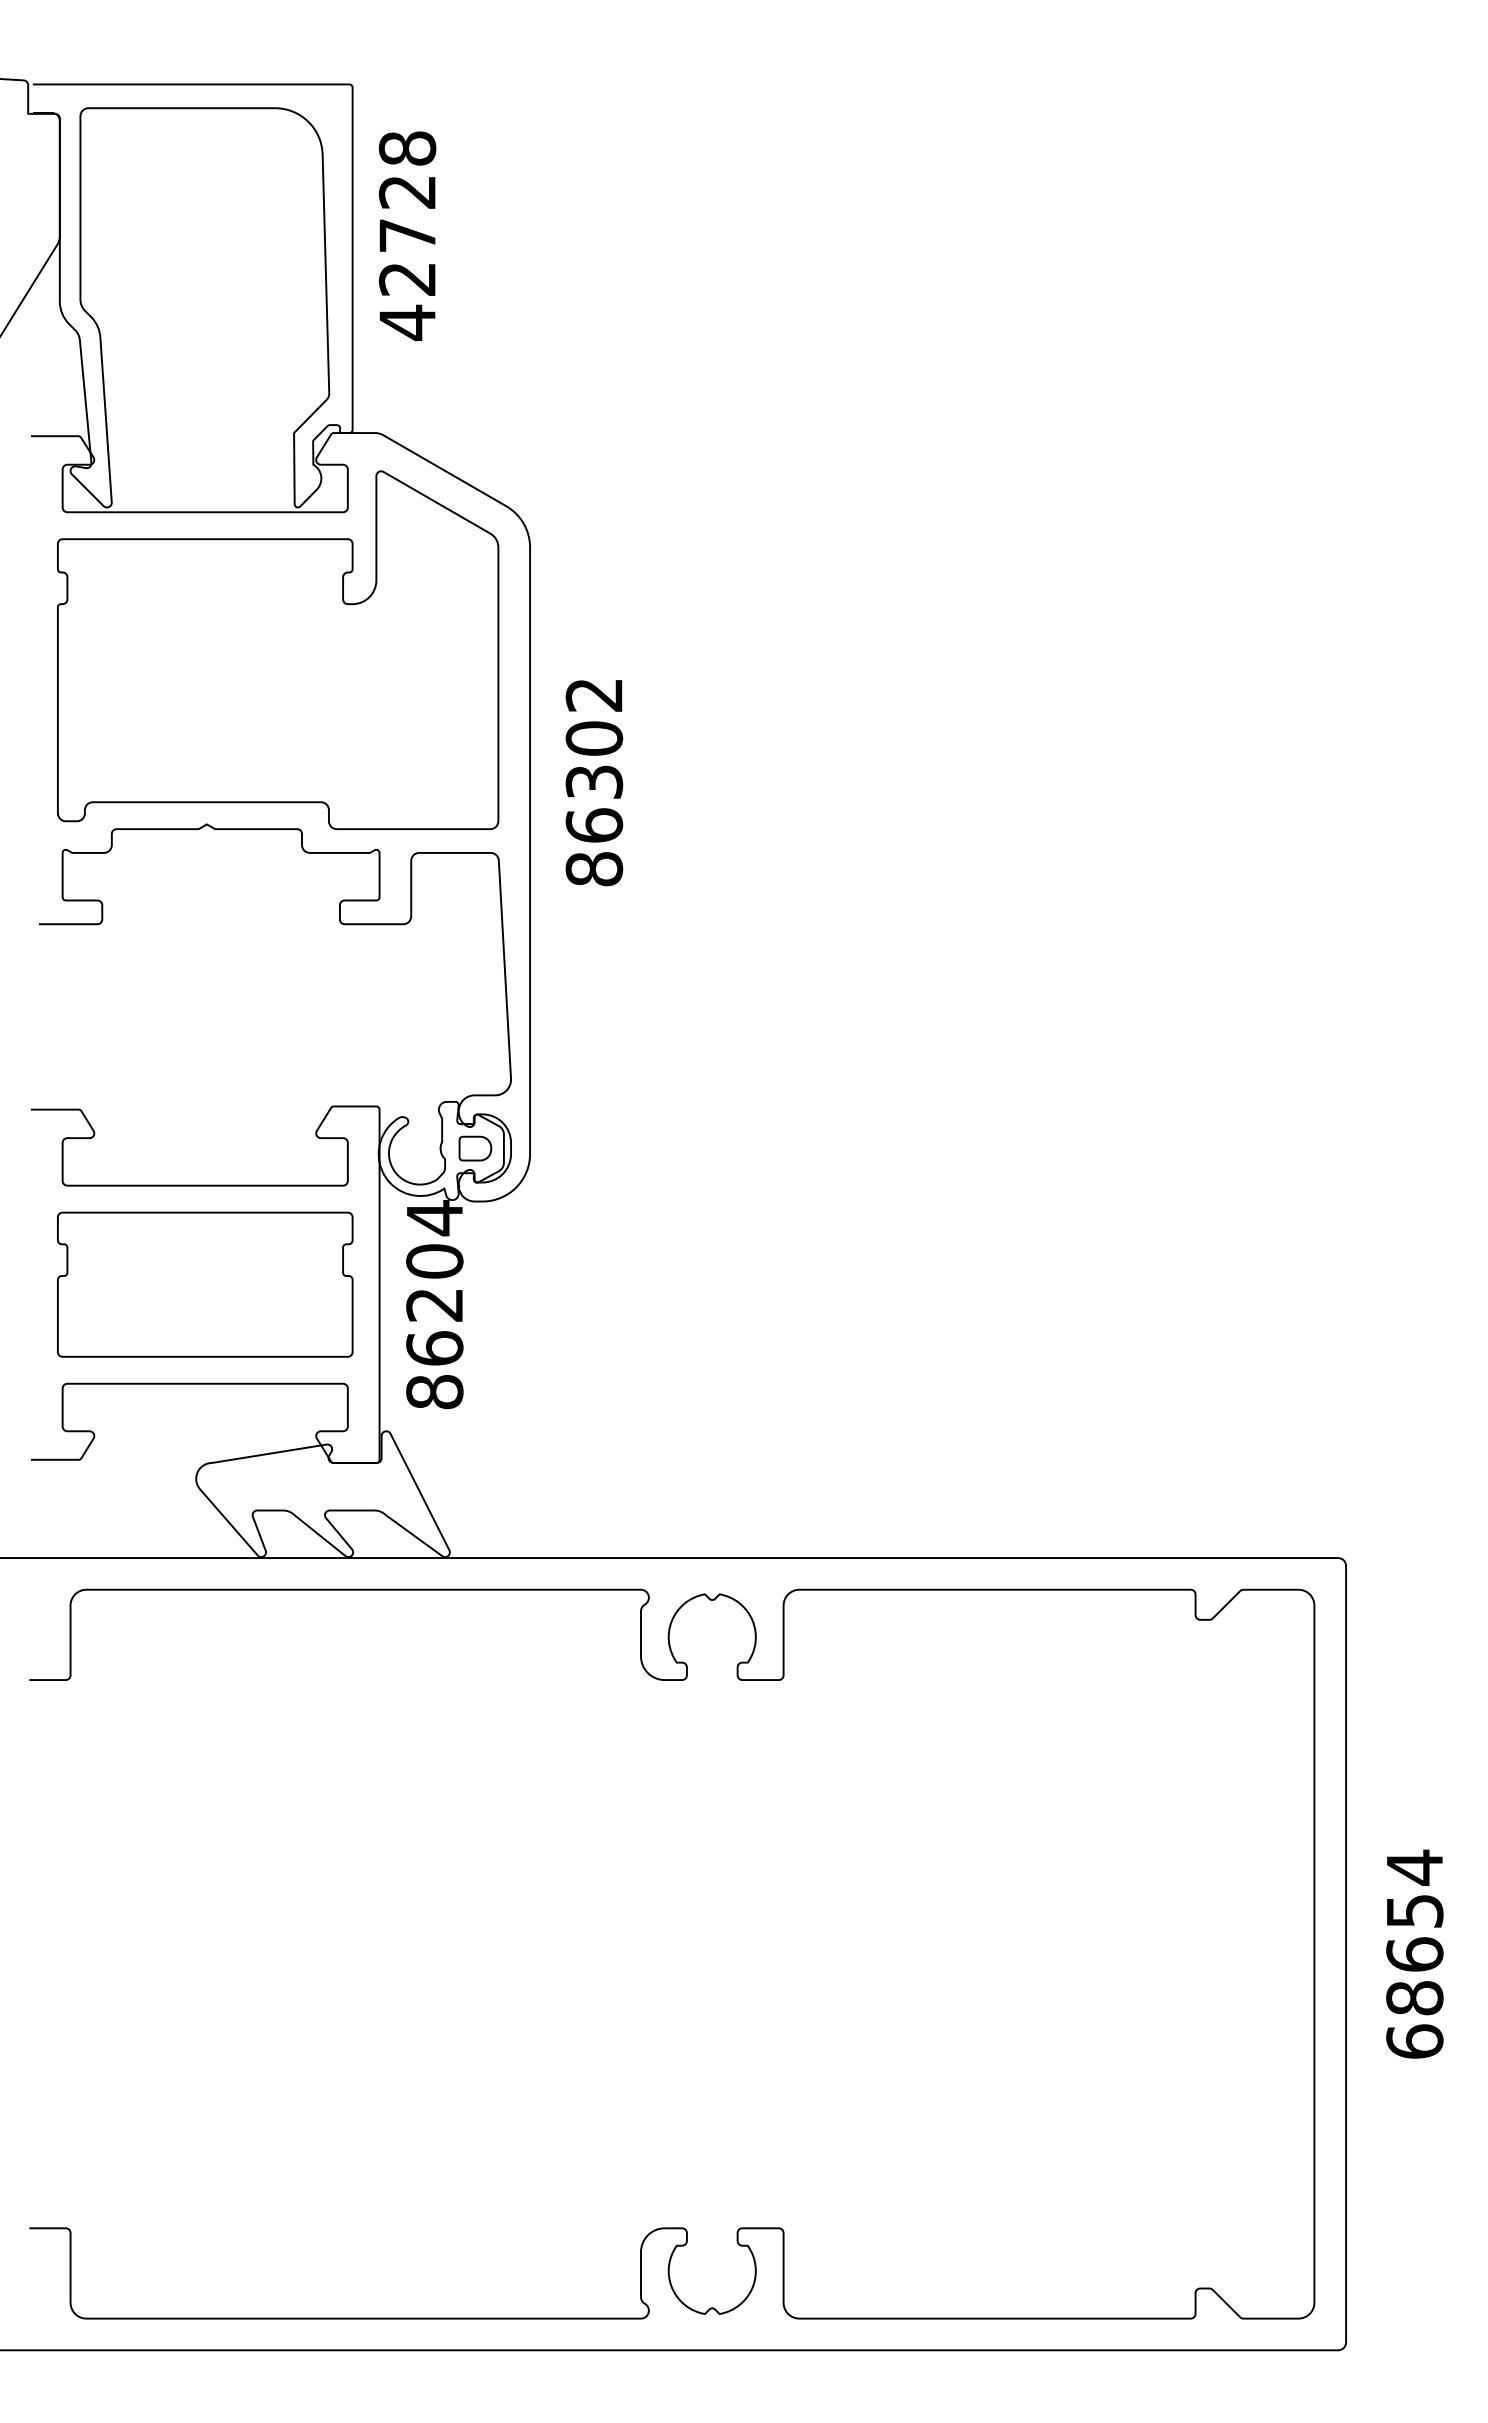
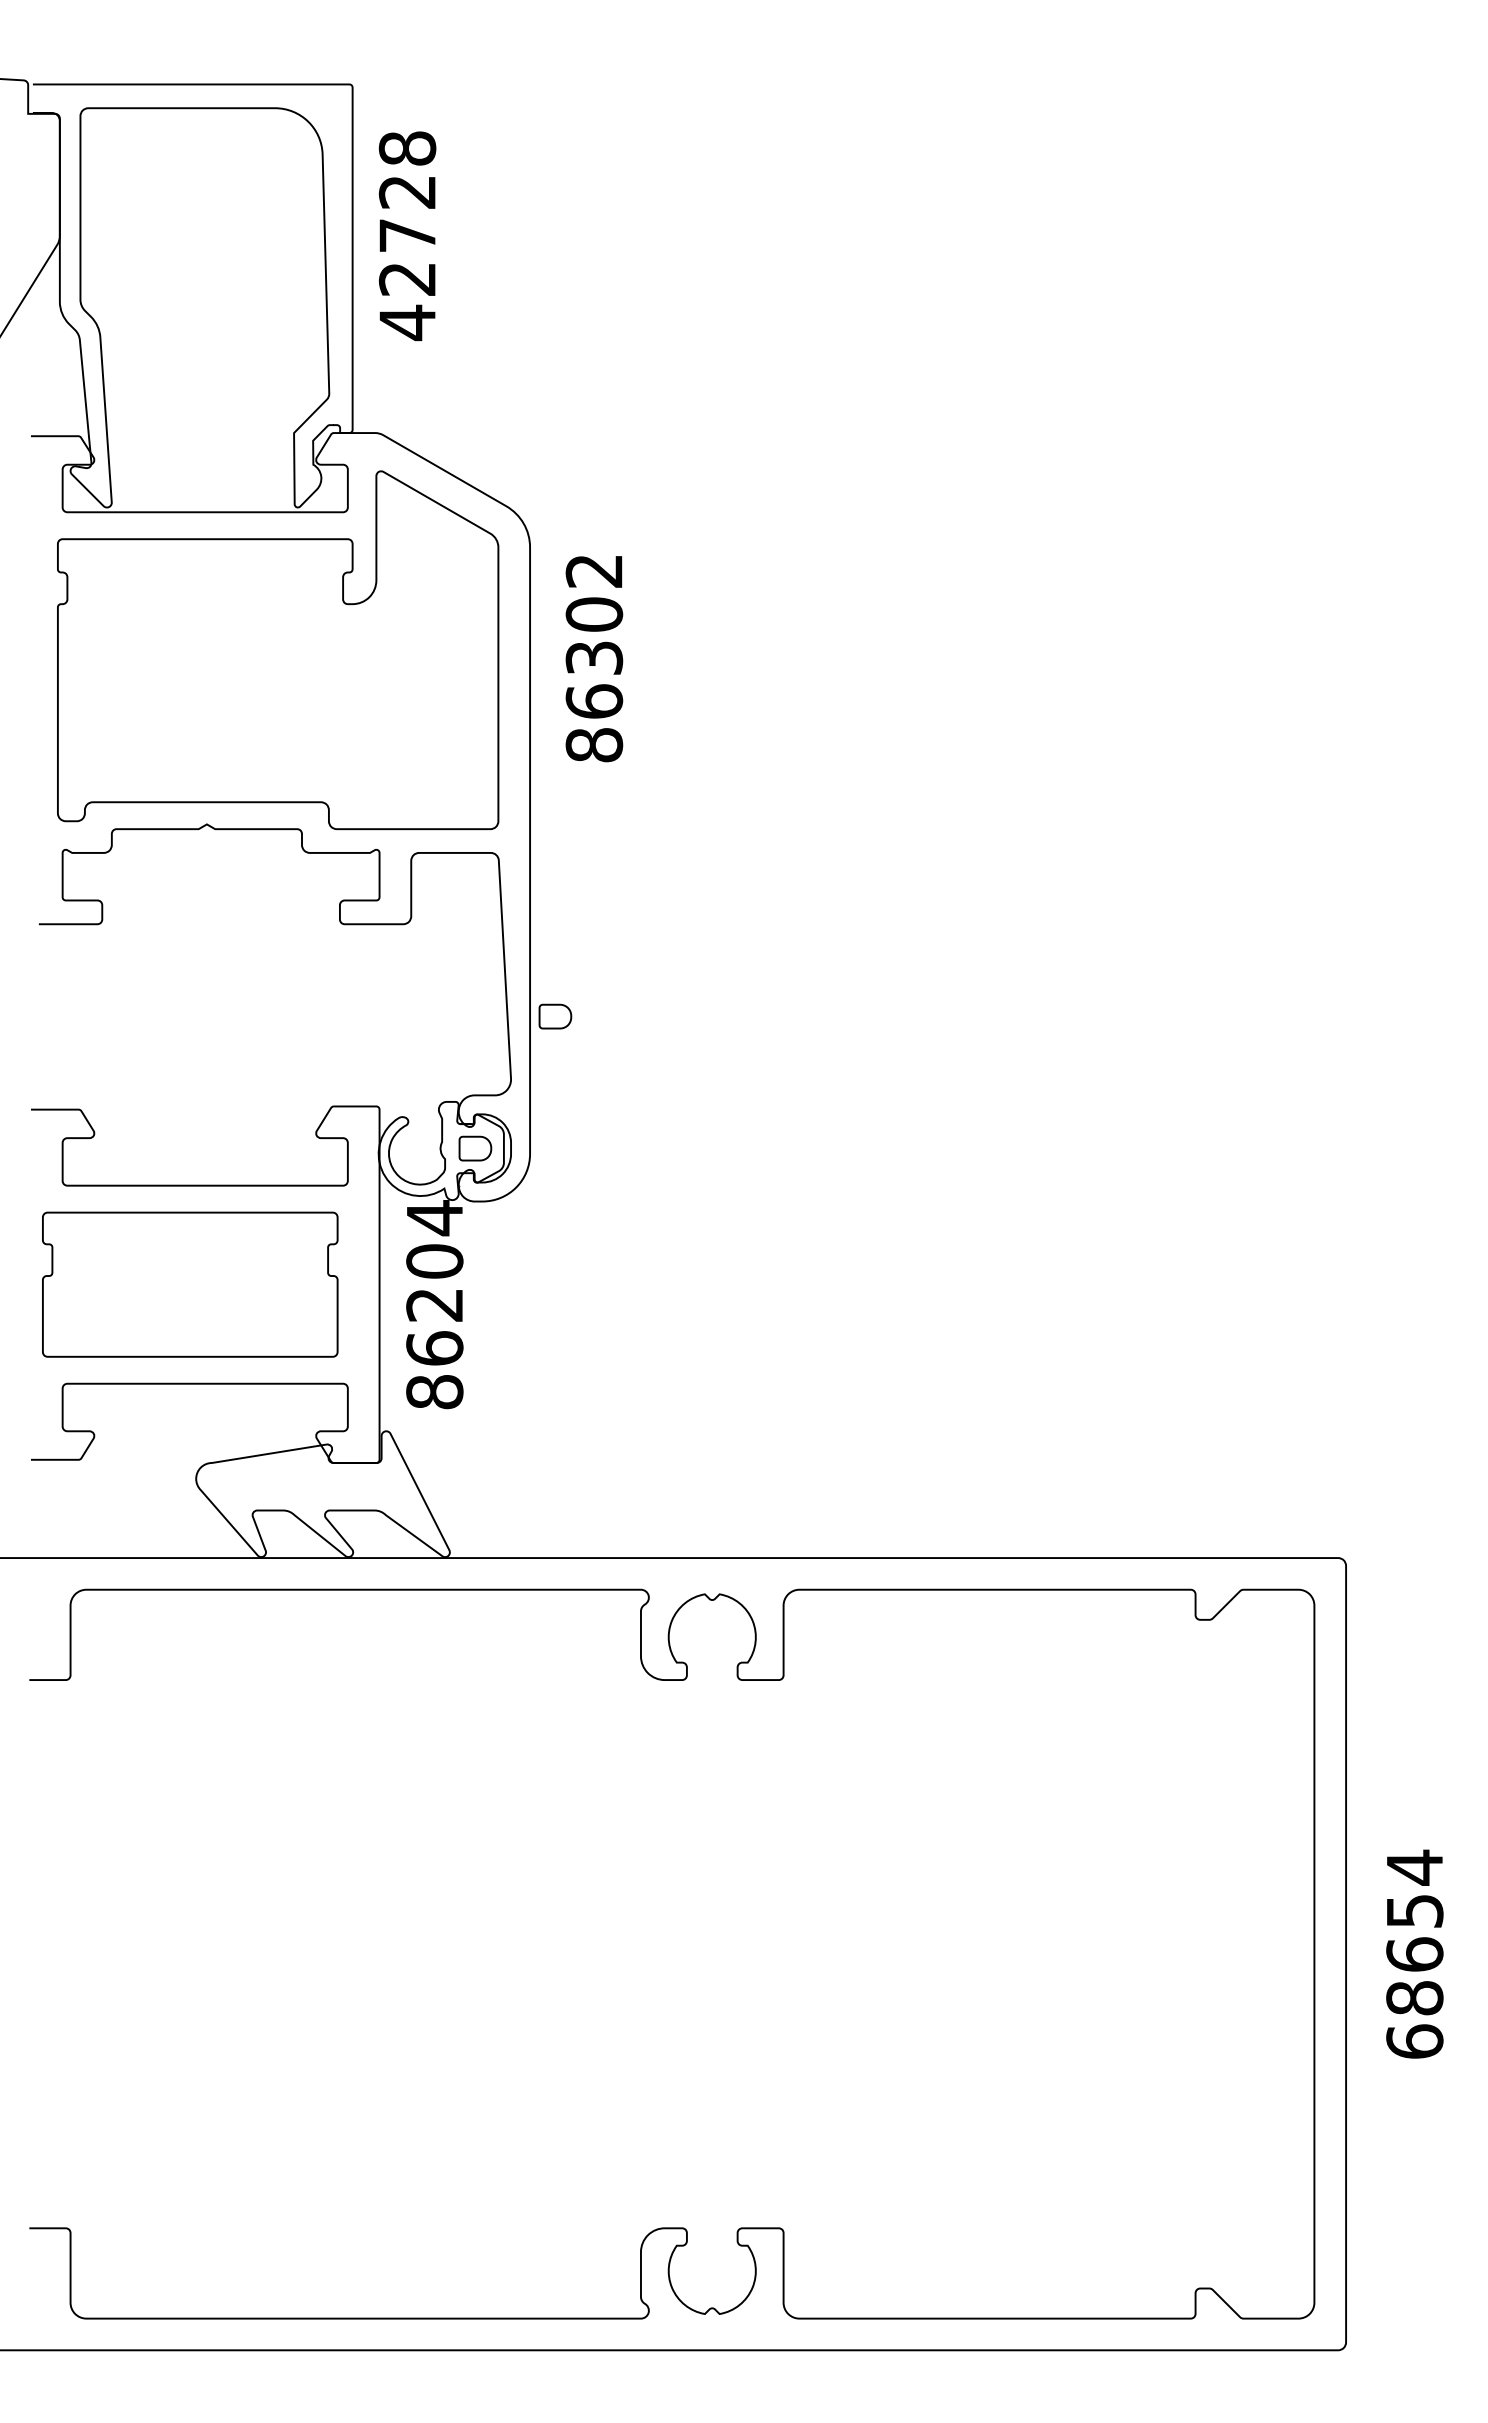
text at (594, 783) position: (594, 783) -> (594, 659)
part at (555, 1016): none -> present
part at (205, 1284) position: (205, 1284) -> (190, 1284)
